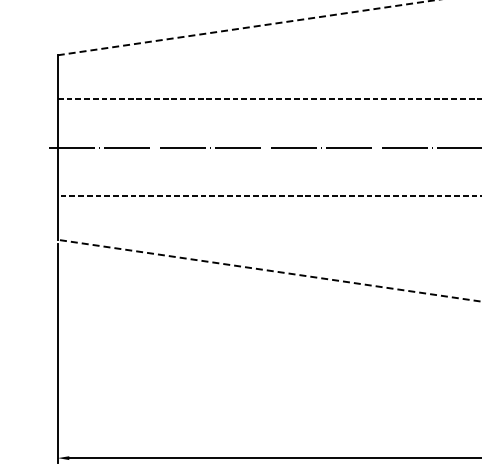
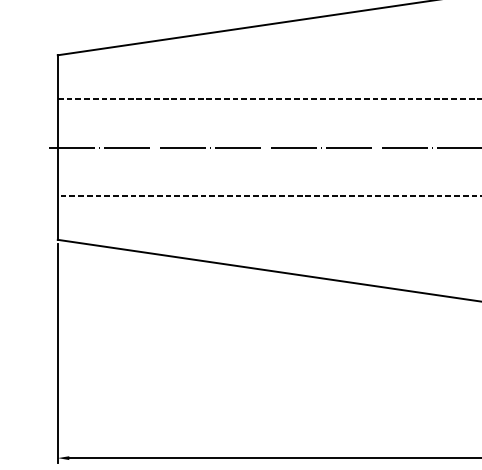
line at (247, 27): dashed -> solid
line at (269, 270): dashed -> solid
